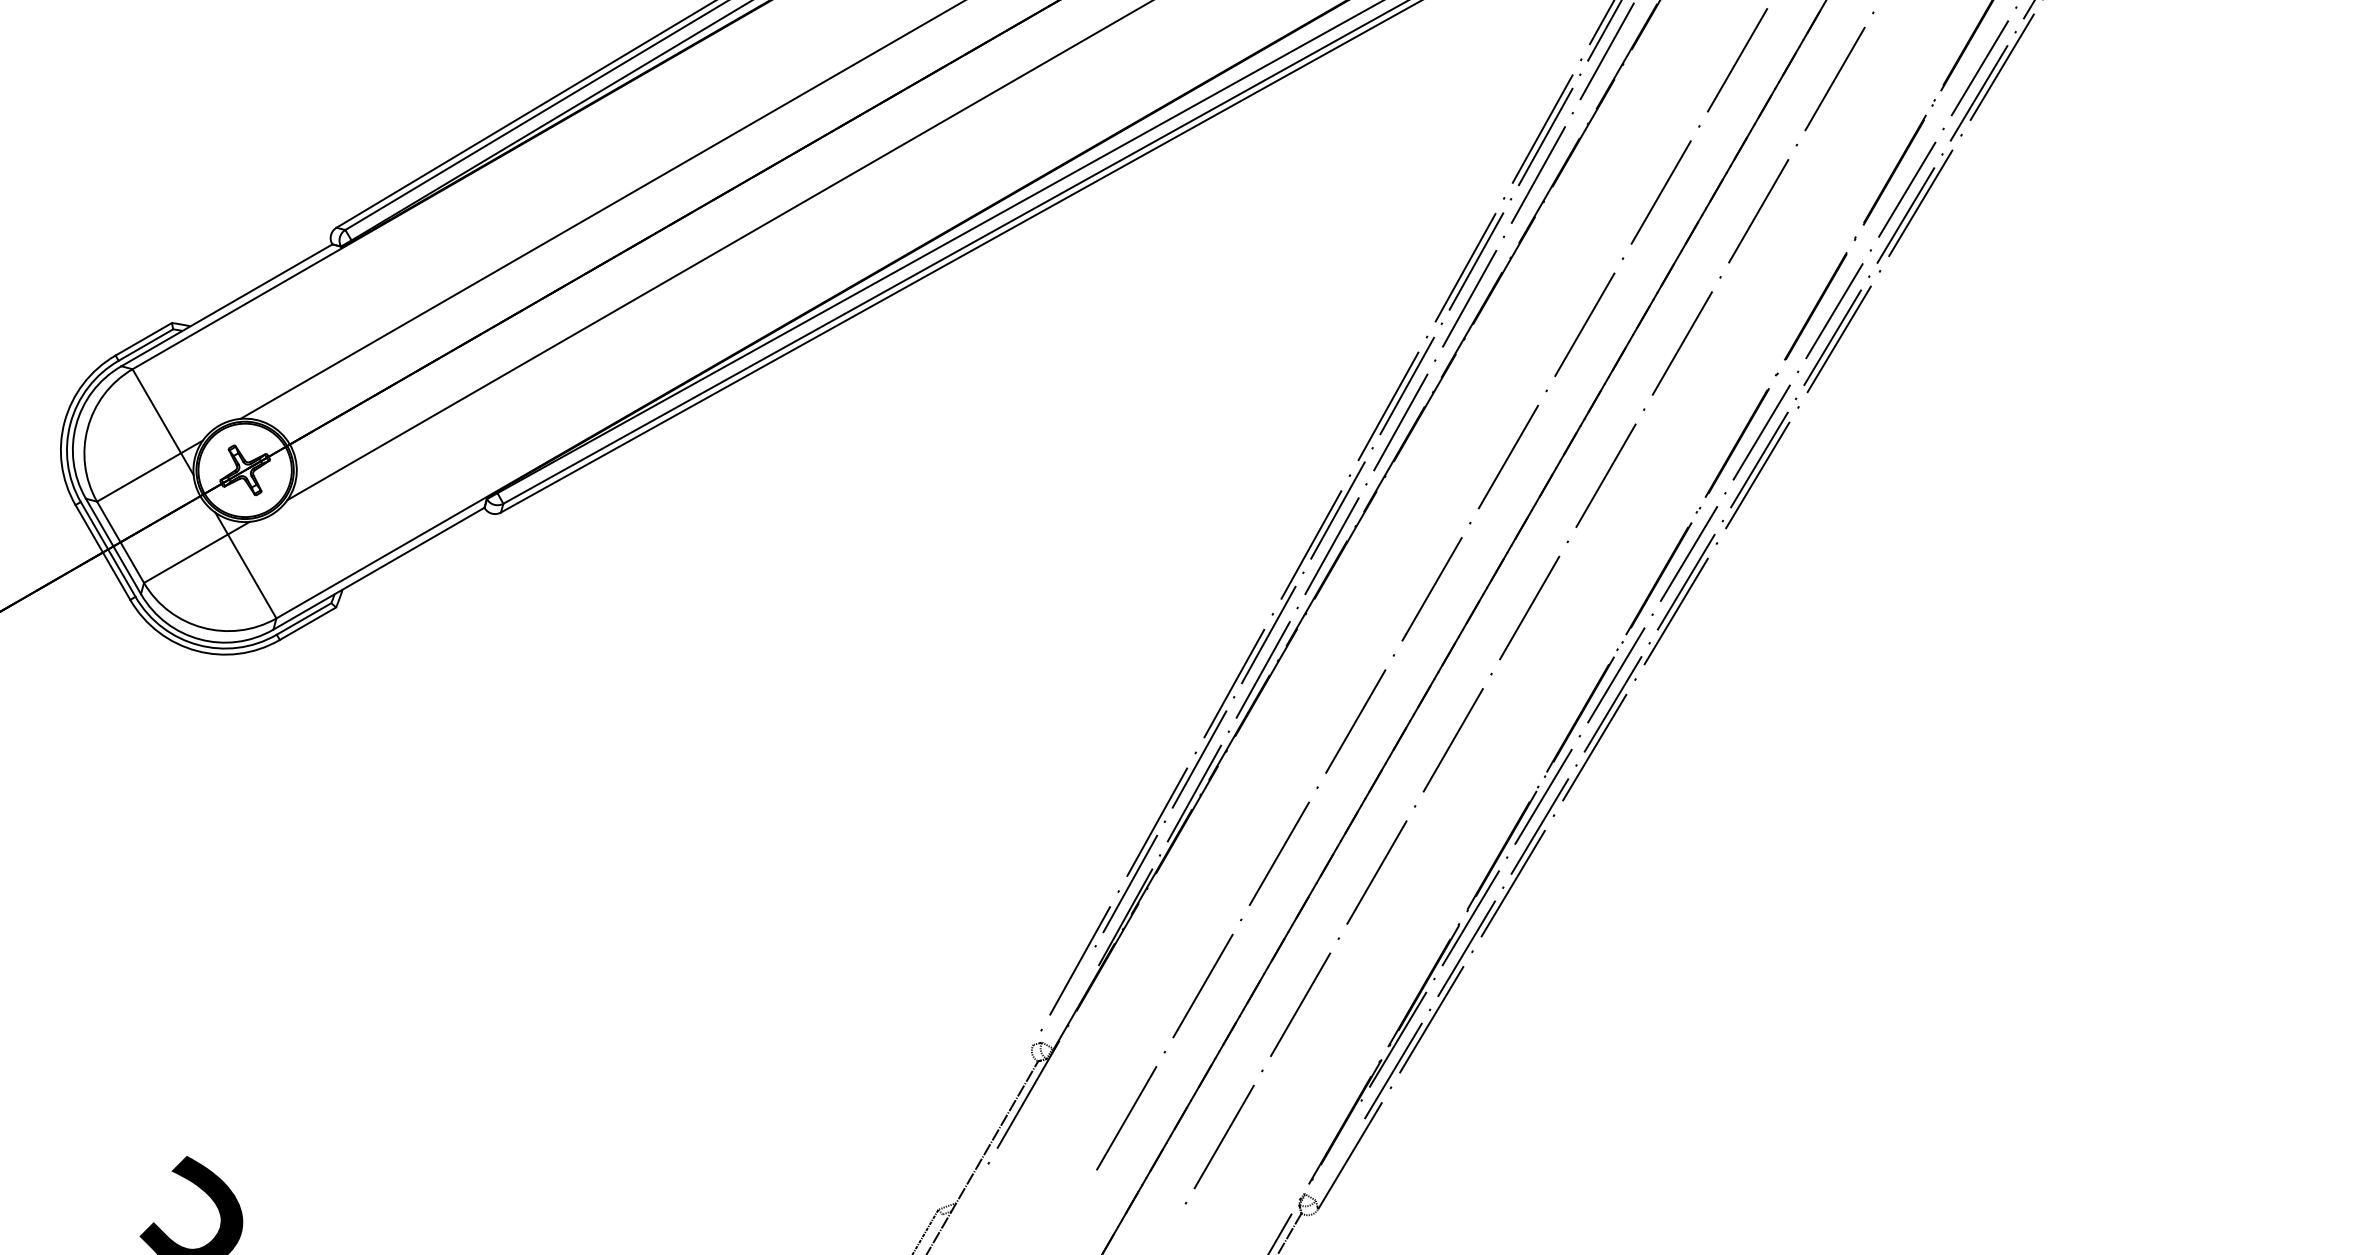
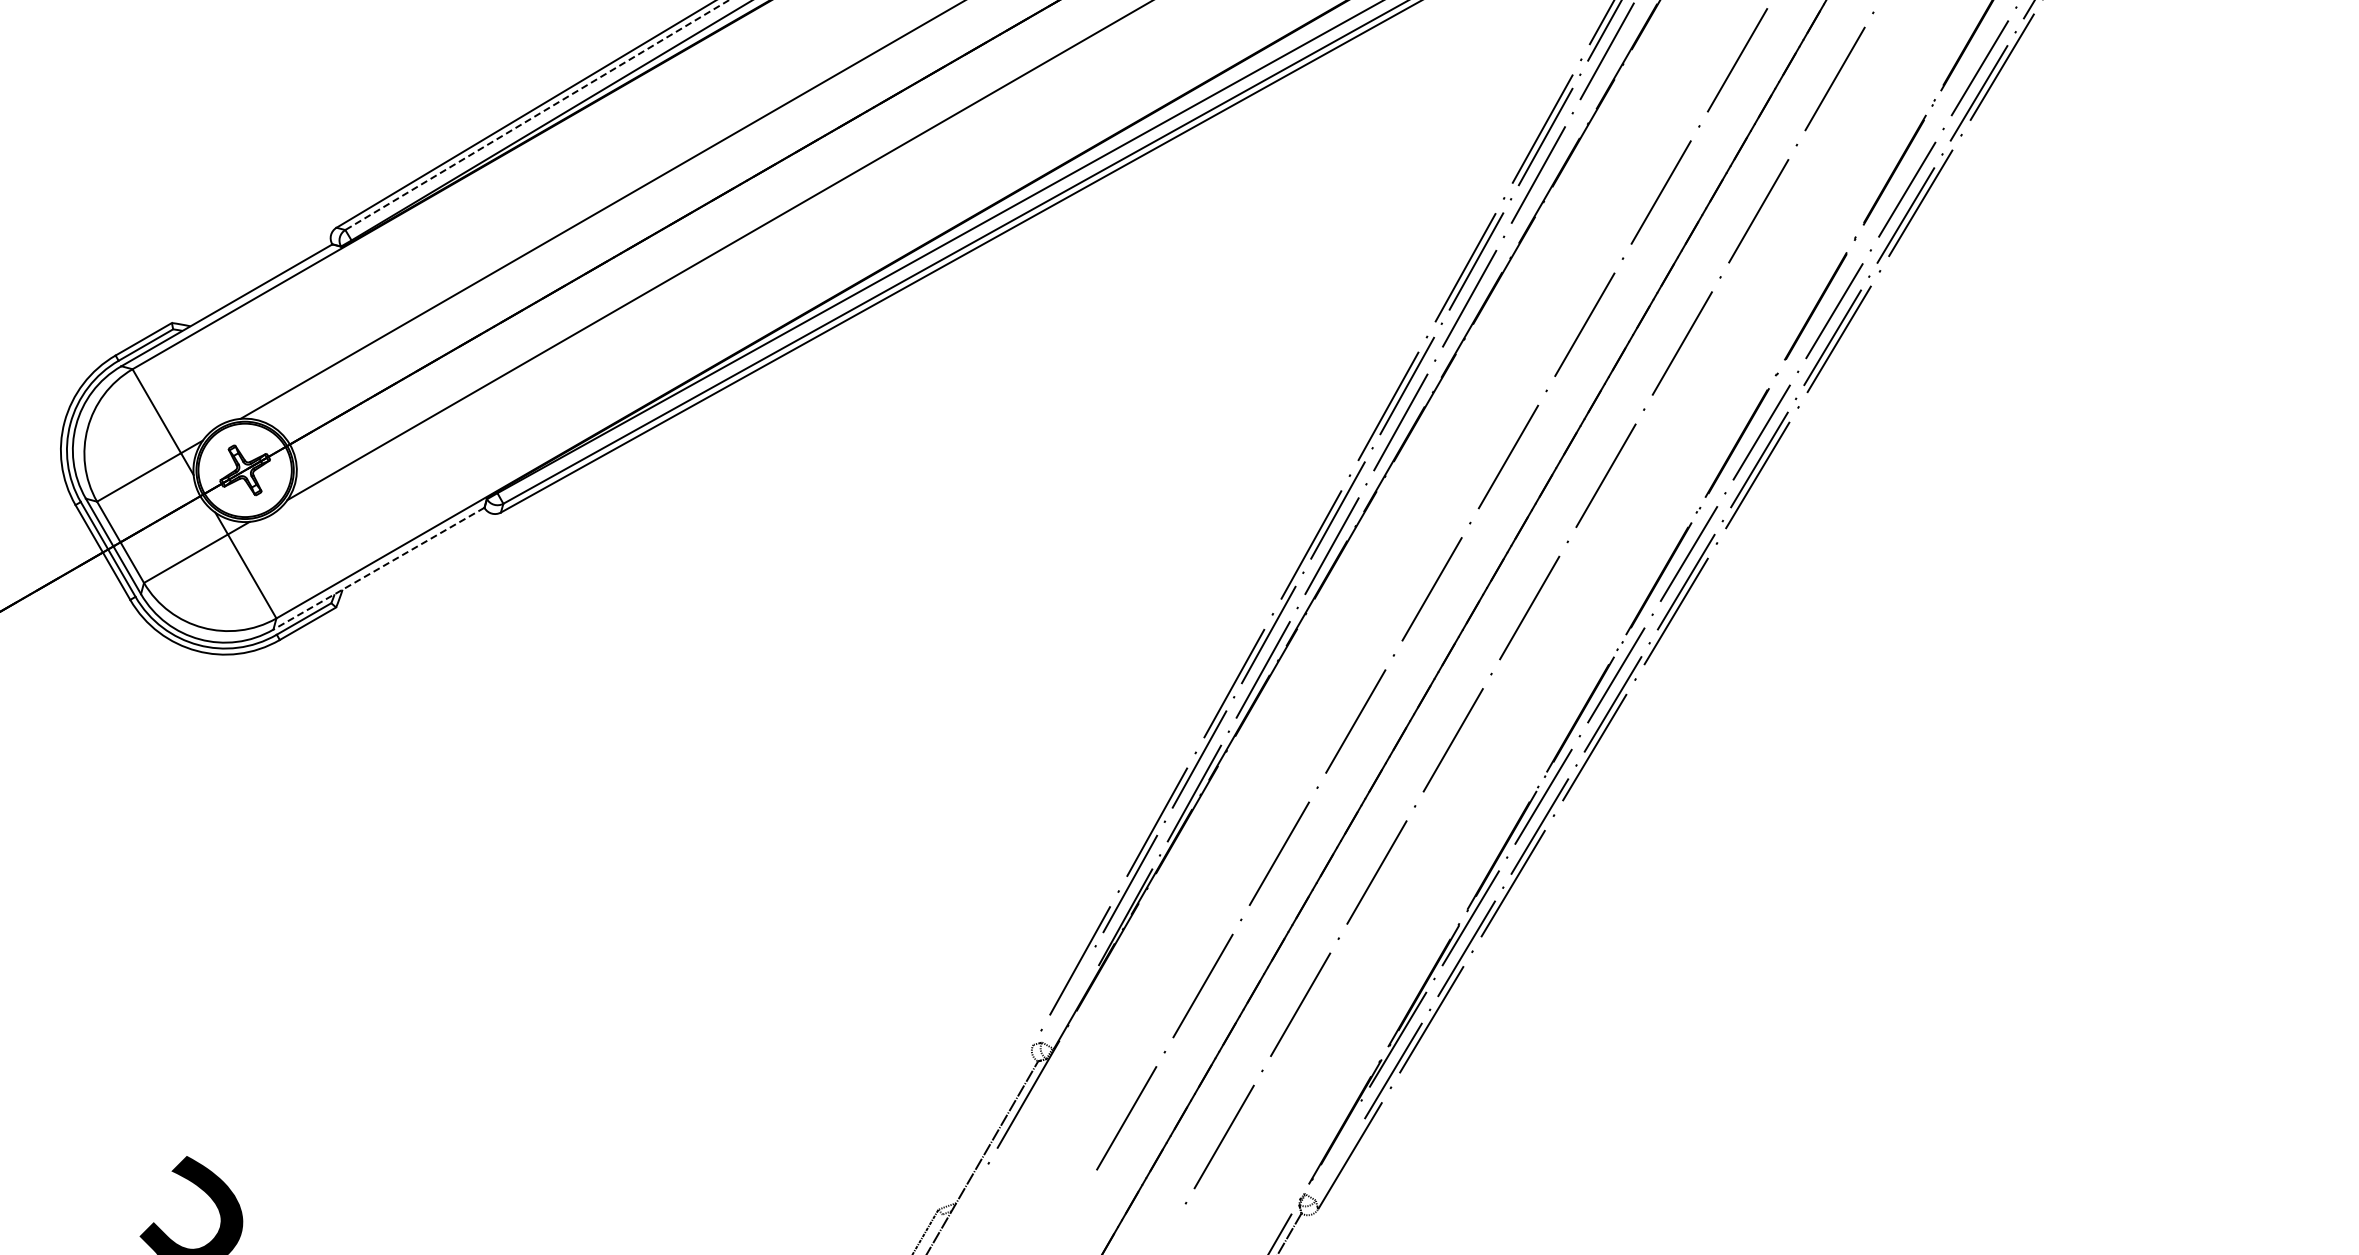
line at (536, 115): solid -> dashed
line at (378, 568): solid -> dashed
